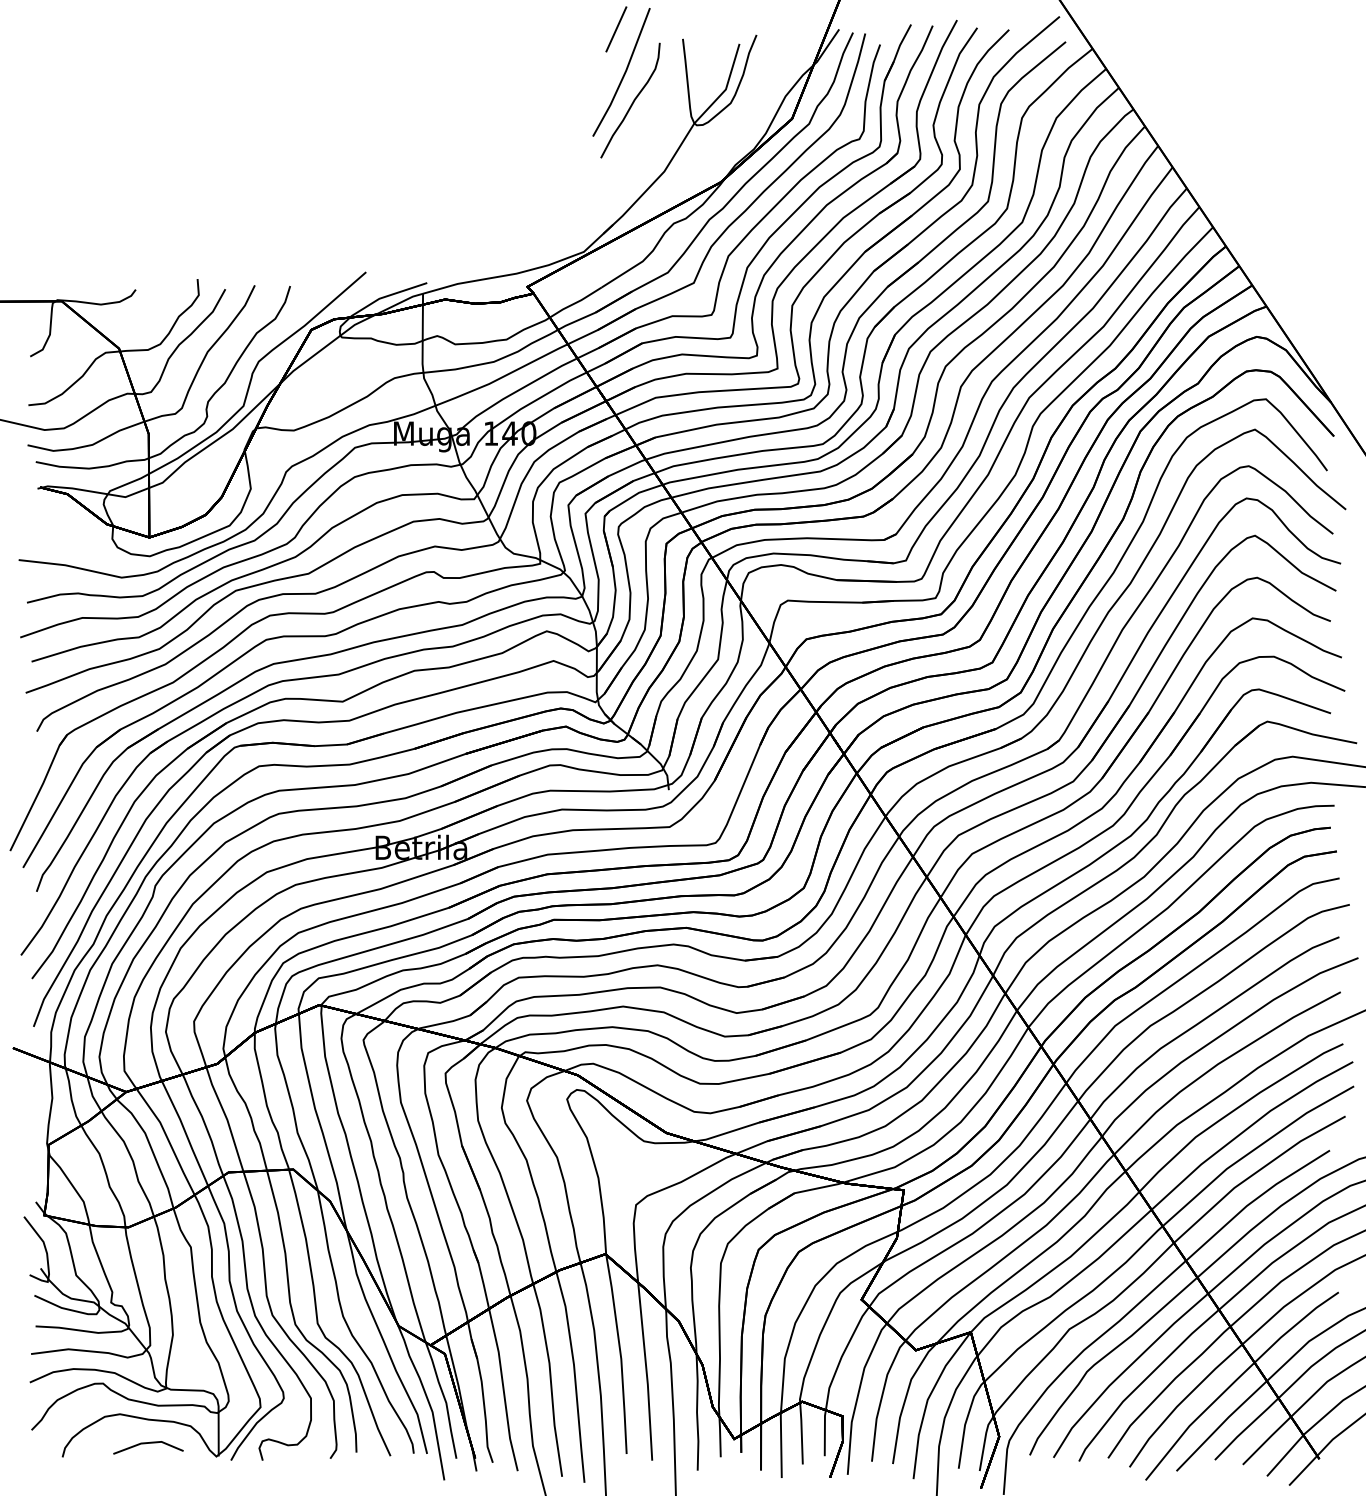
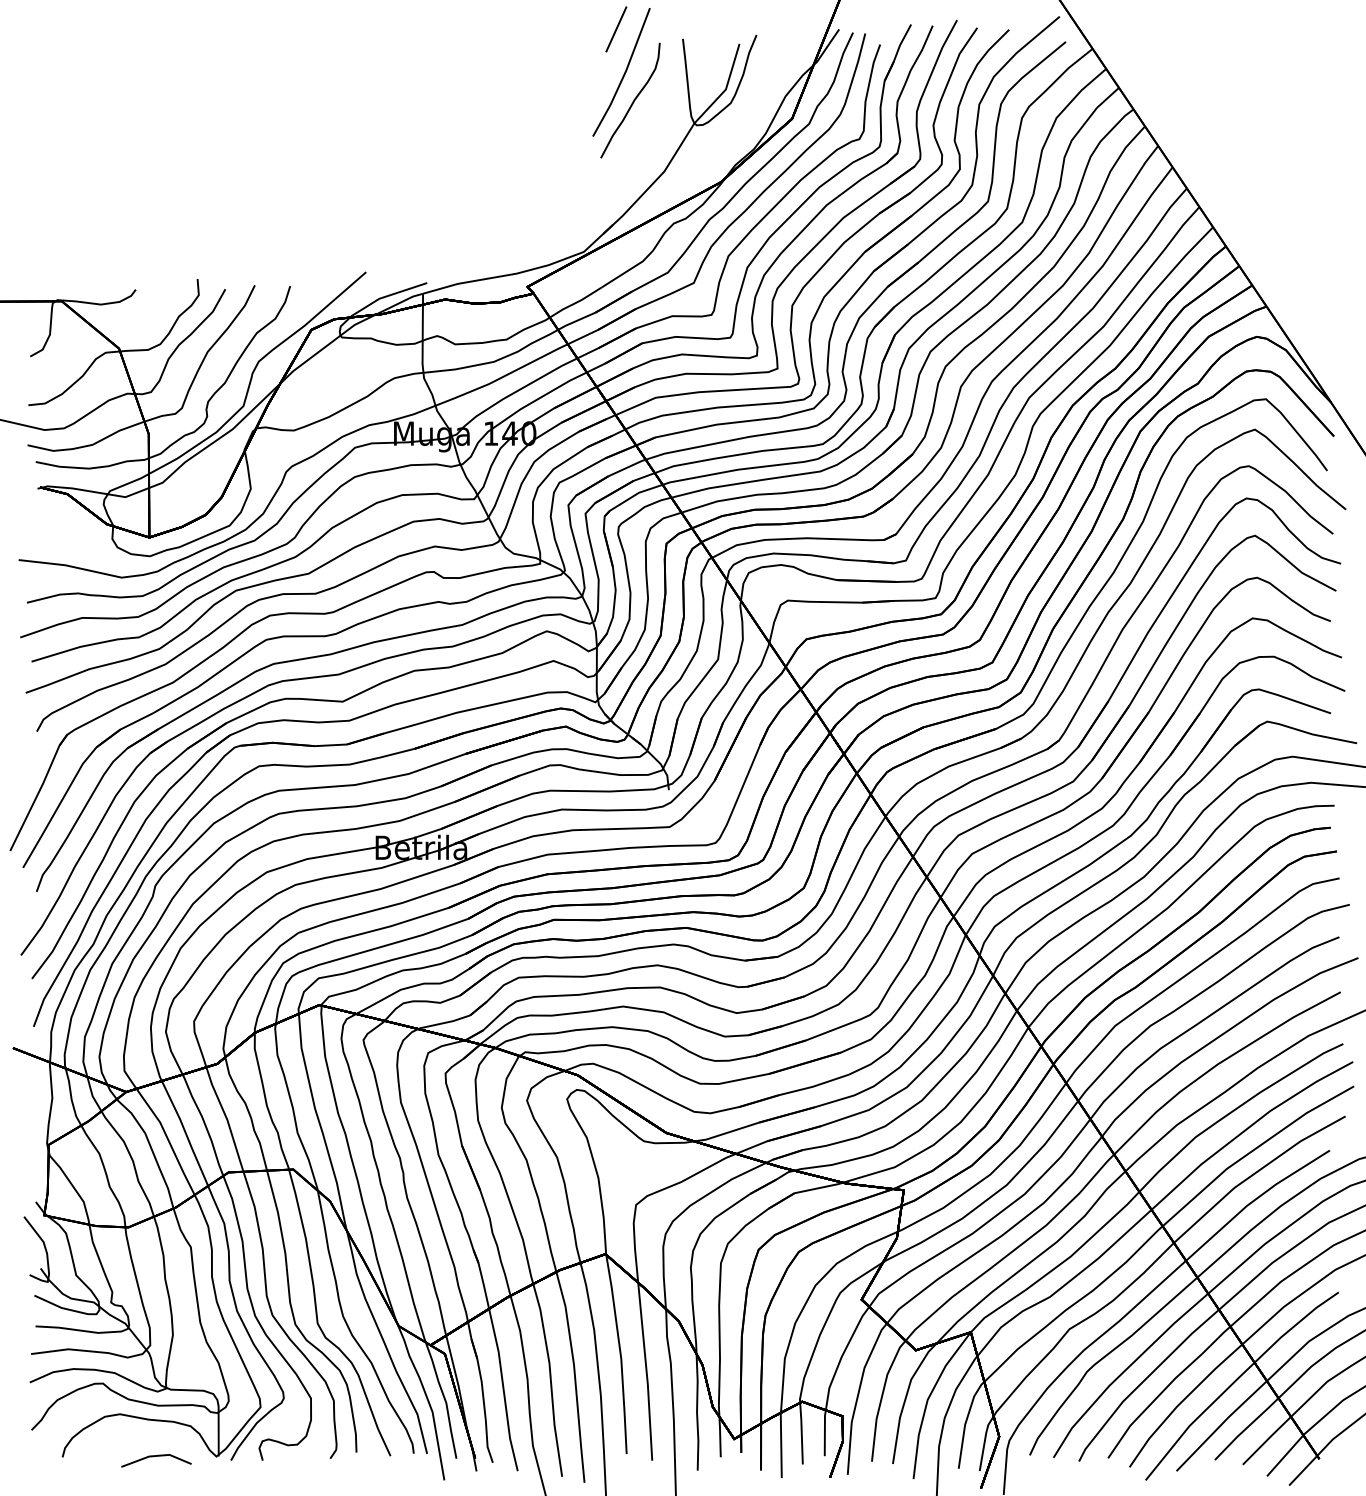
line at (148, 1443) position: (148, 1443) -> (156, 1456)
